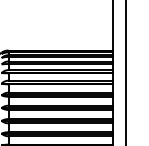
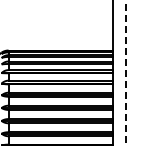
line at (125, 73): solid -> dashed
